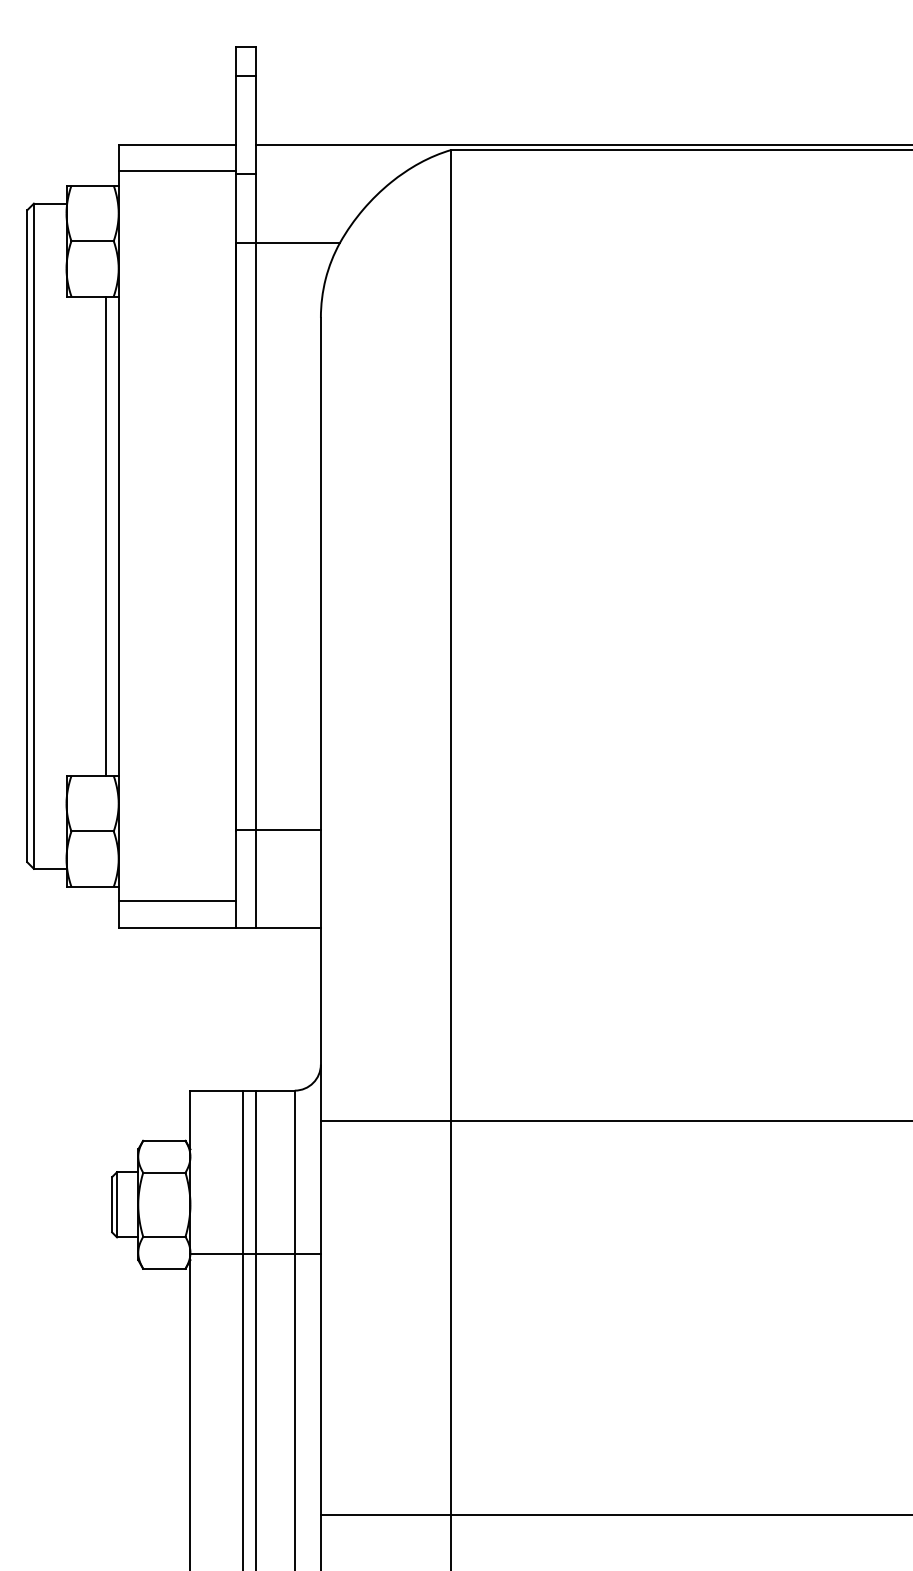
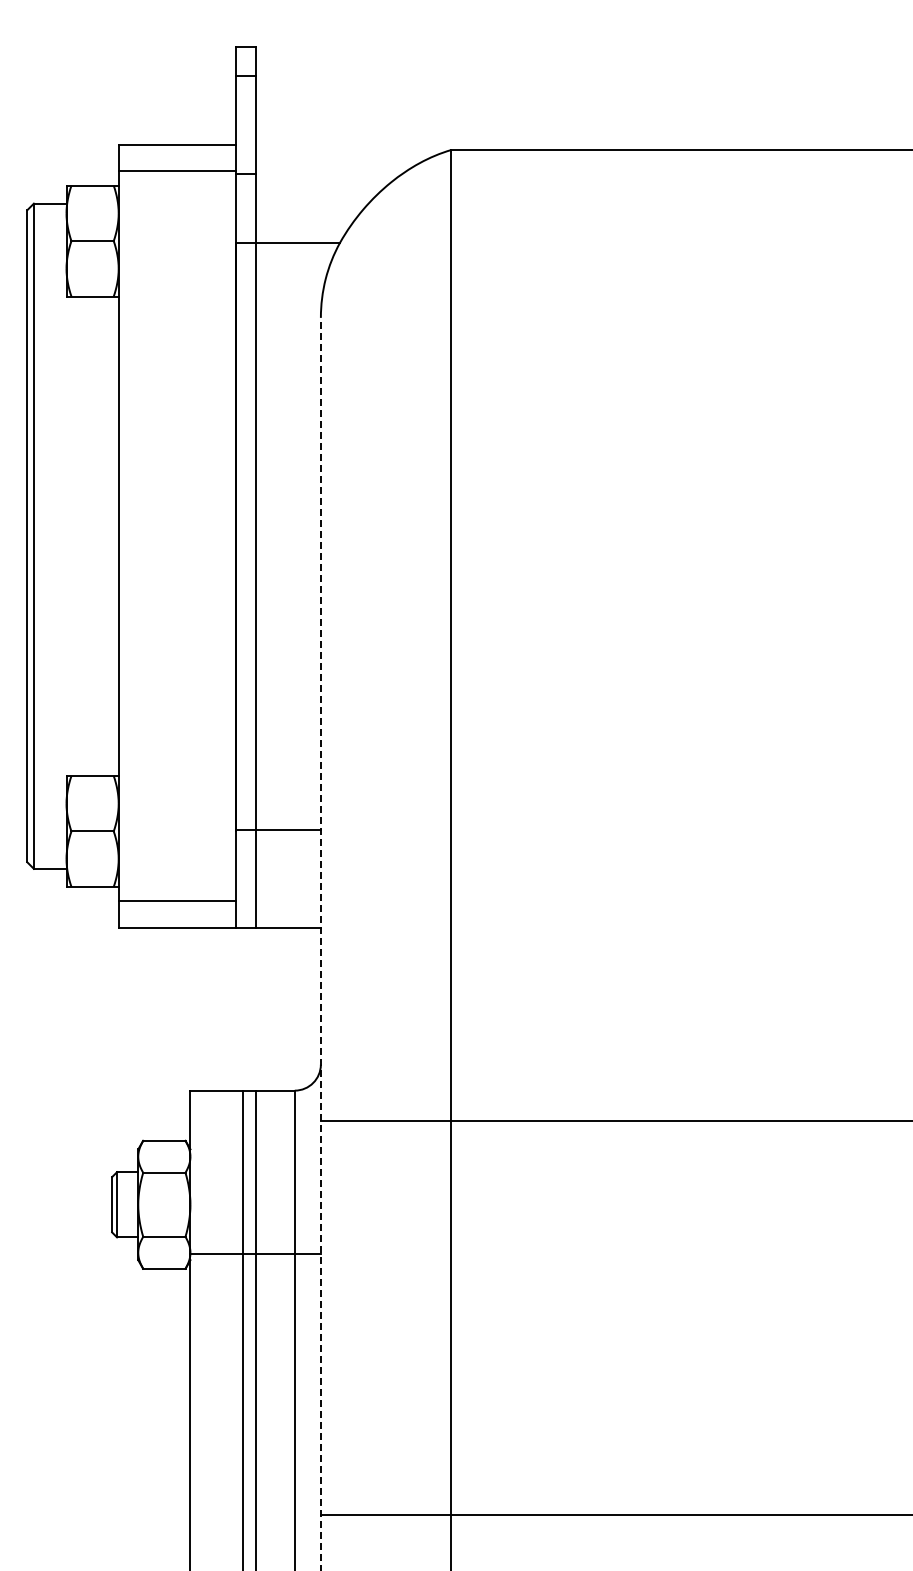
line at (582, 144): present -> none
line at (105, 536): present -> none
line at (320, 943): solid -> dashed
